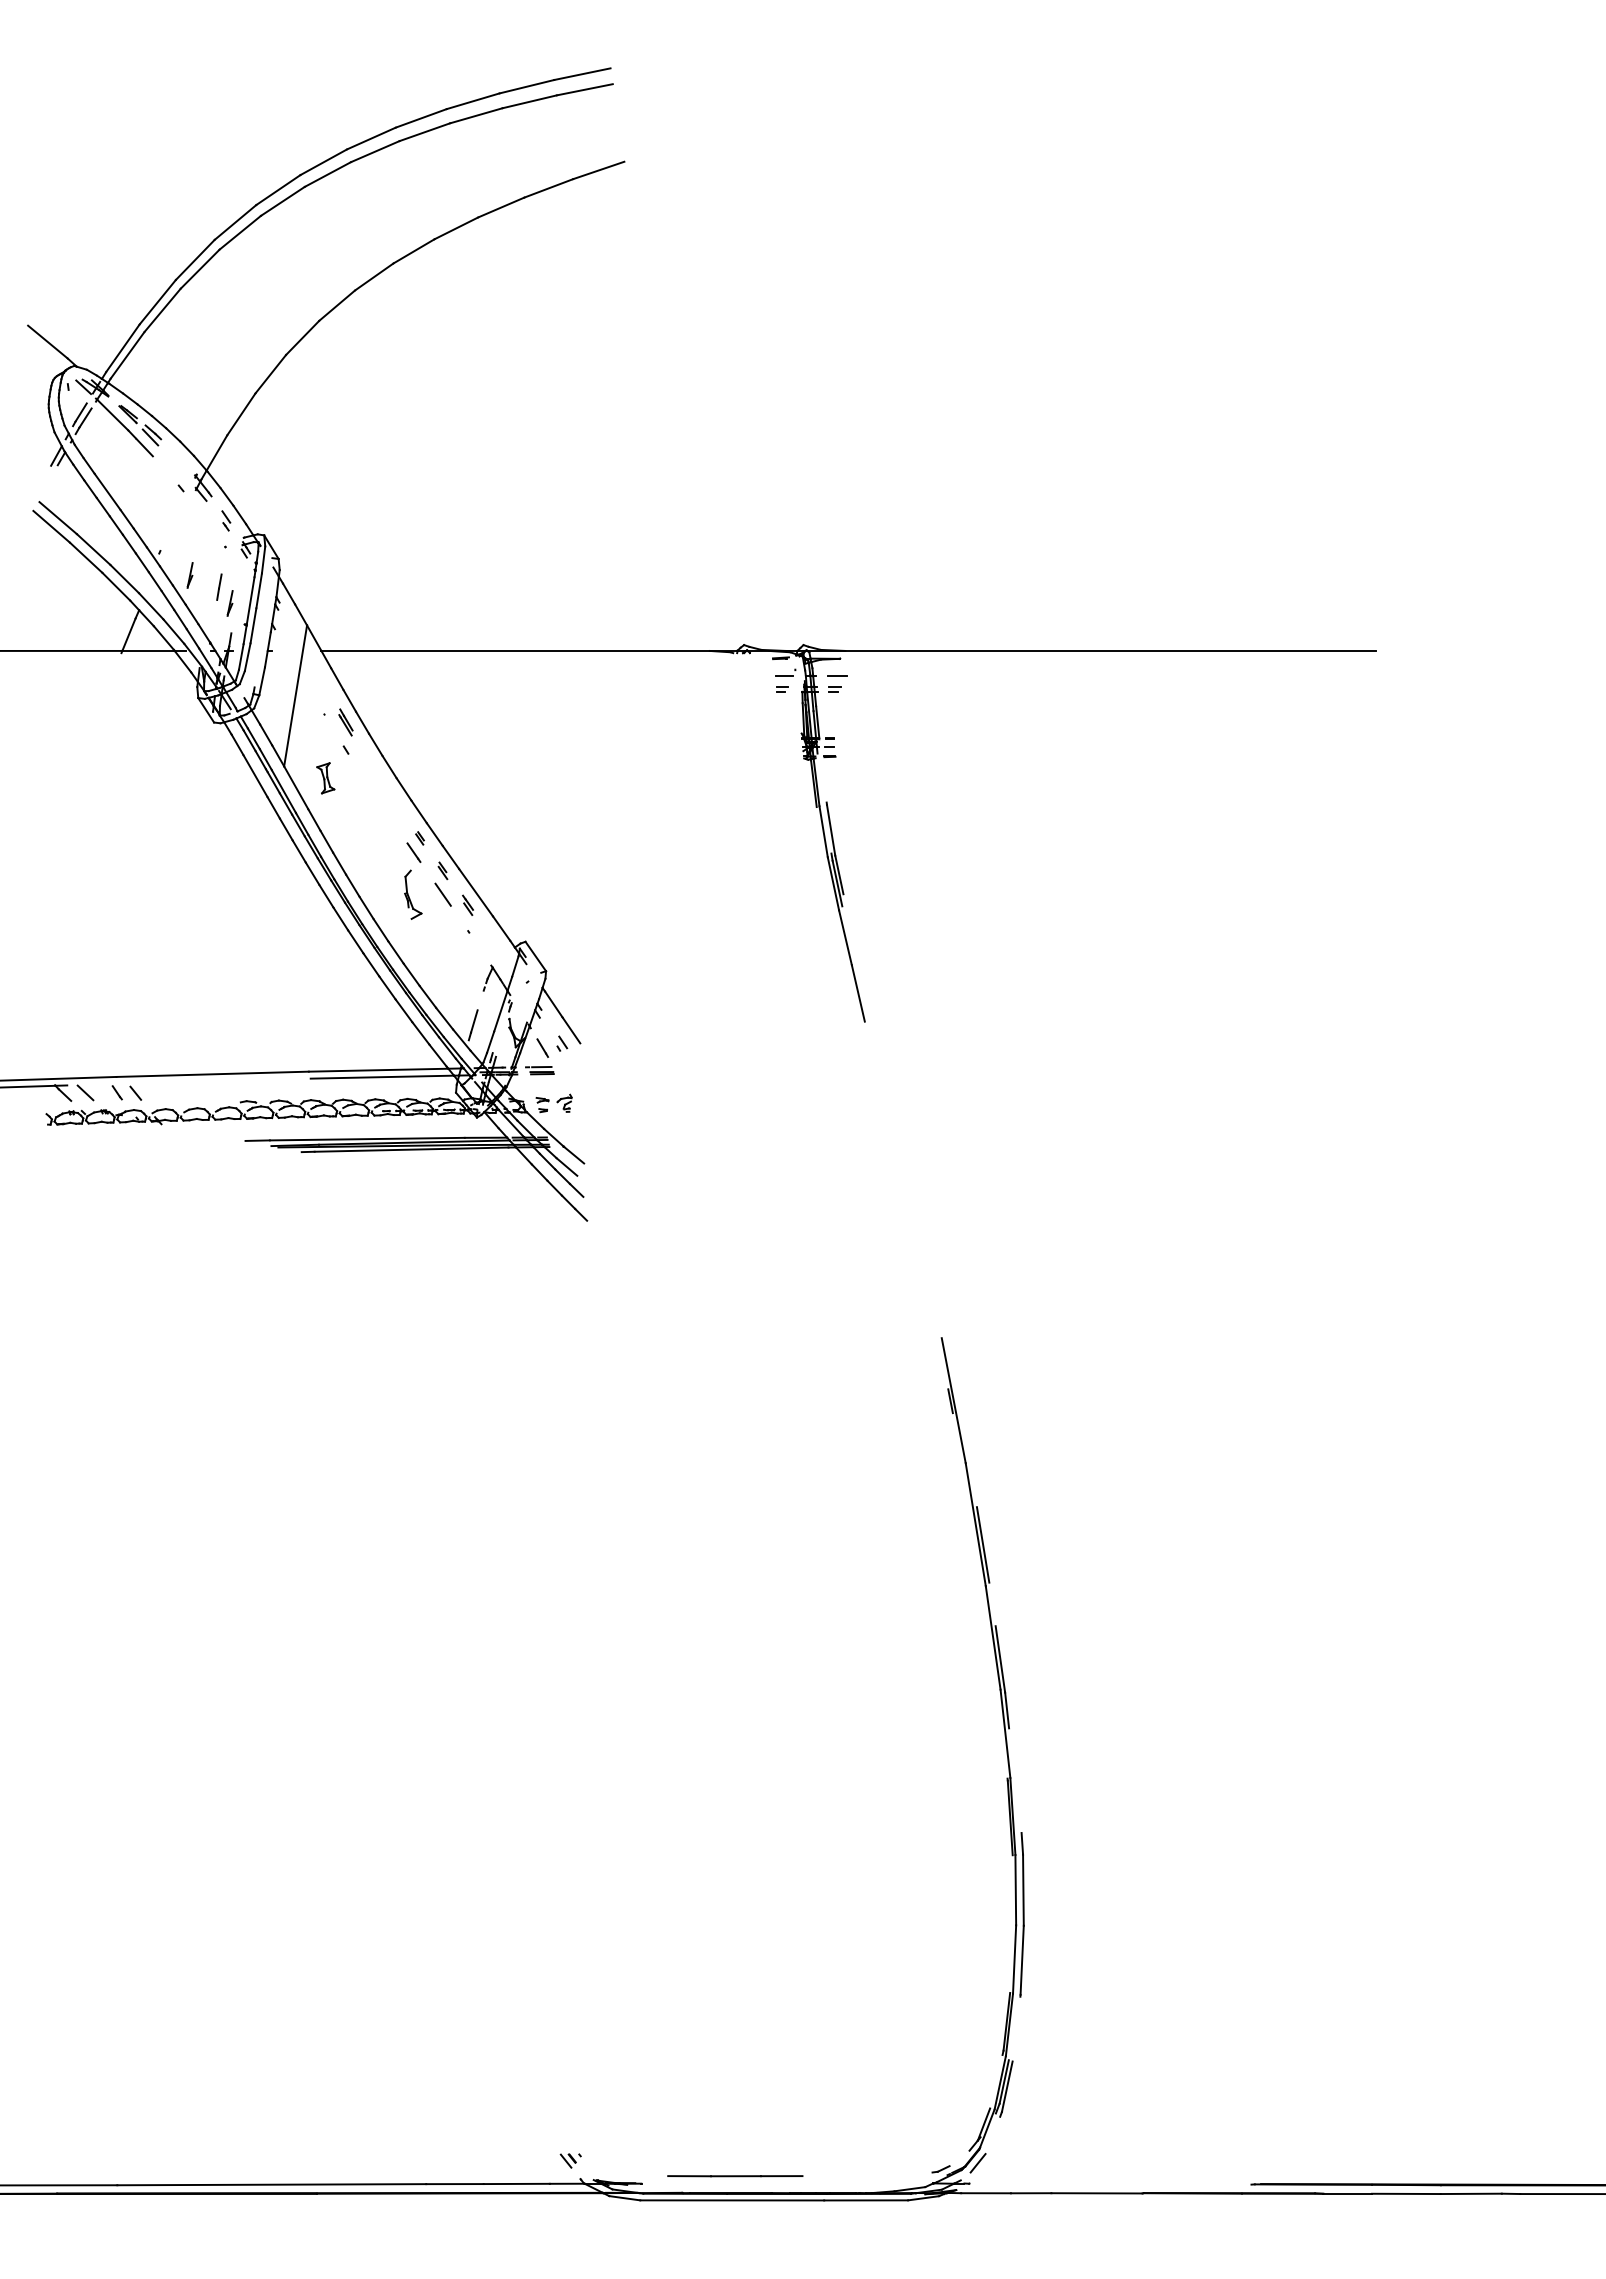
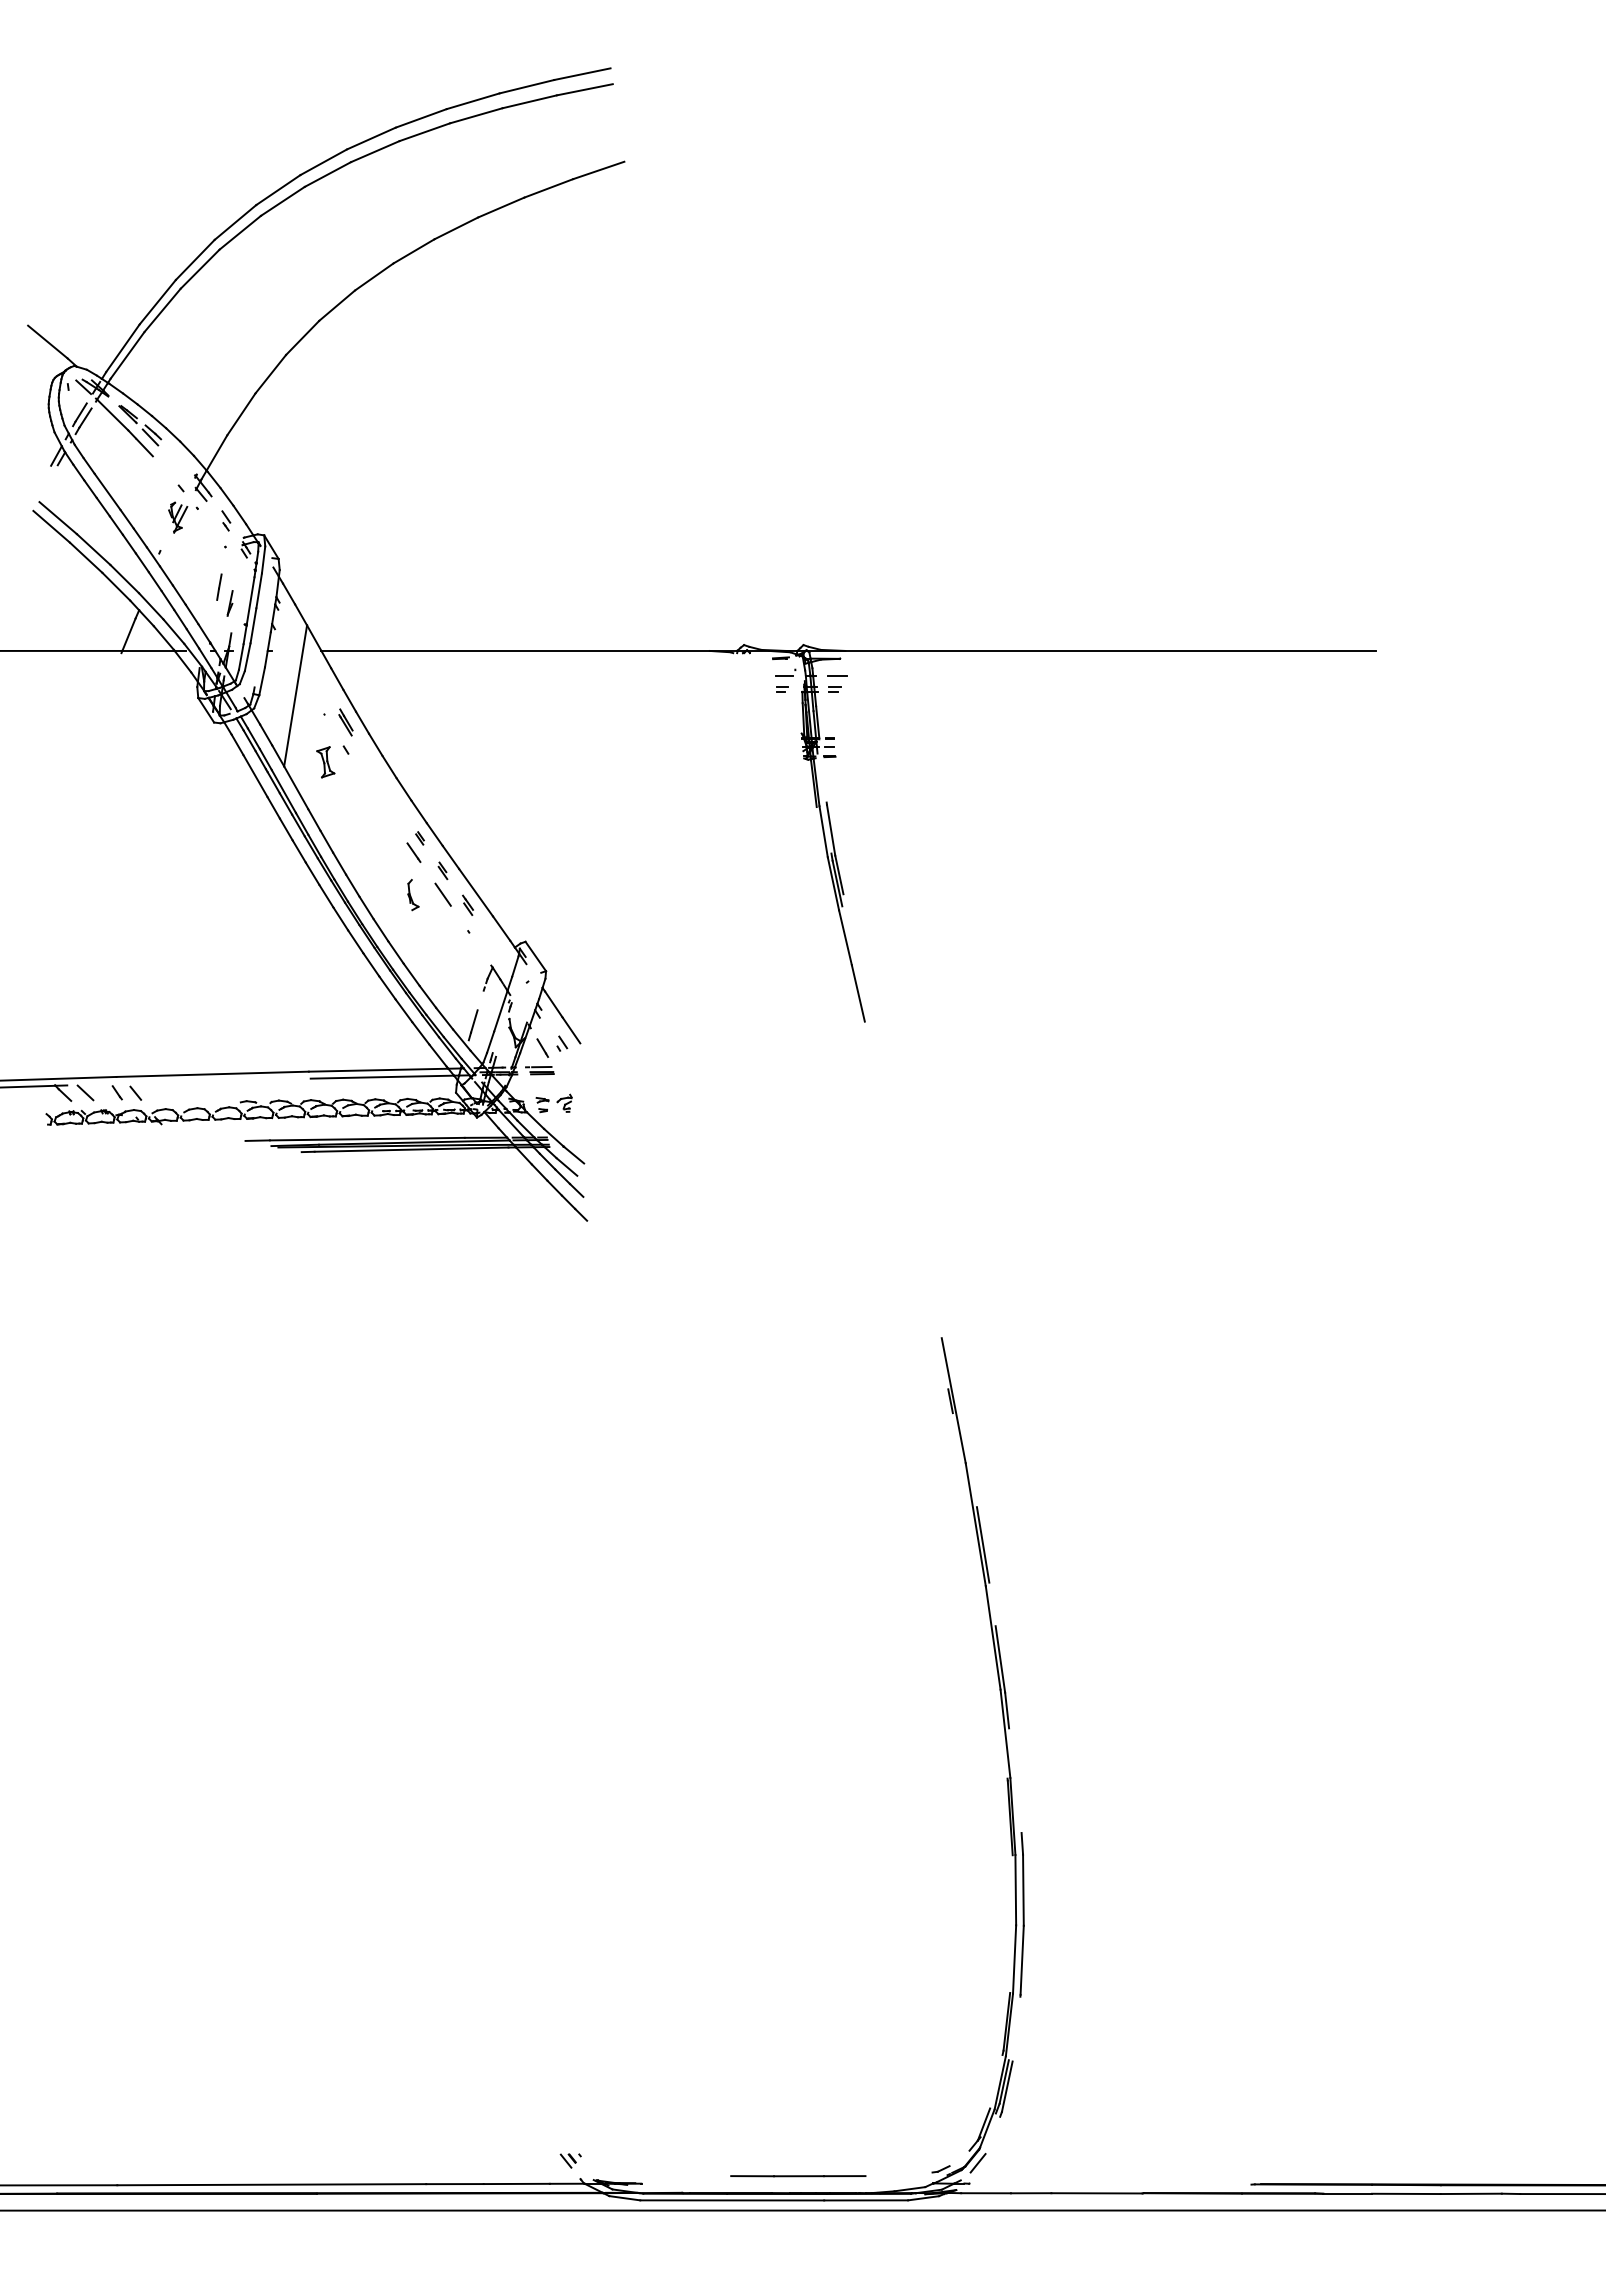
part at (183, 517): none -> present
part at (189, 575): present -> none
part at (325, 778) position: (325, 778) -> (325, 762)
part at (413, 894) size: 19x51 px -> 13x33 px
line at (735, 2176) position: (735, 2176) -> (798, 2176)
line at (802, 2210): none -> present
